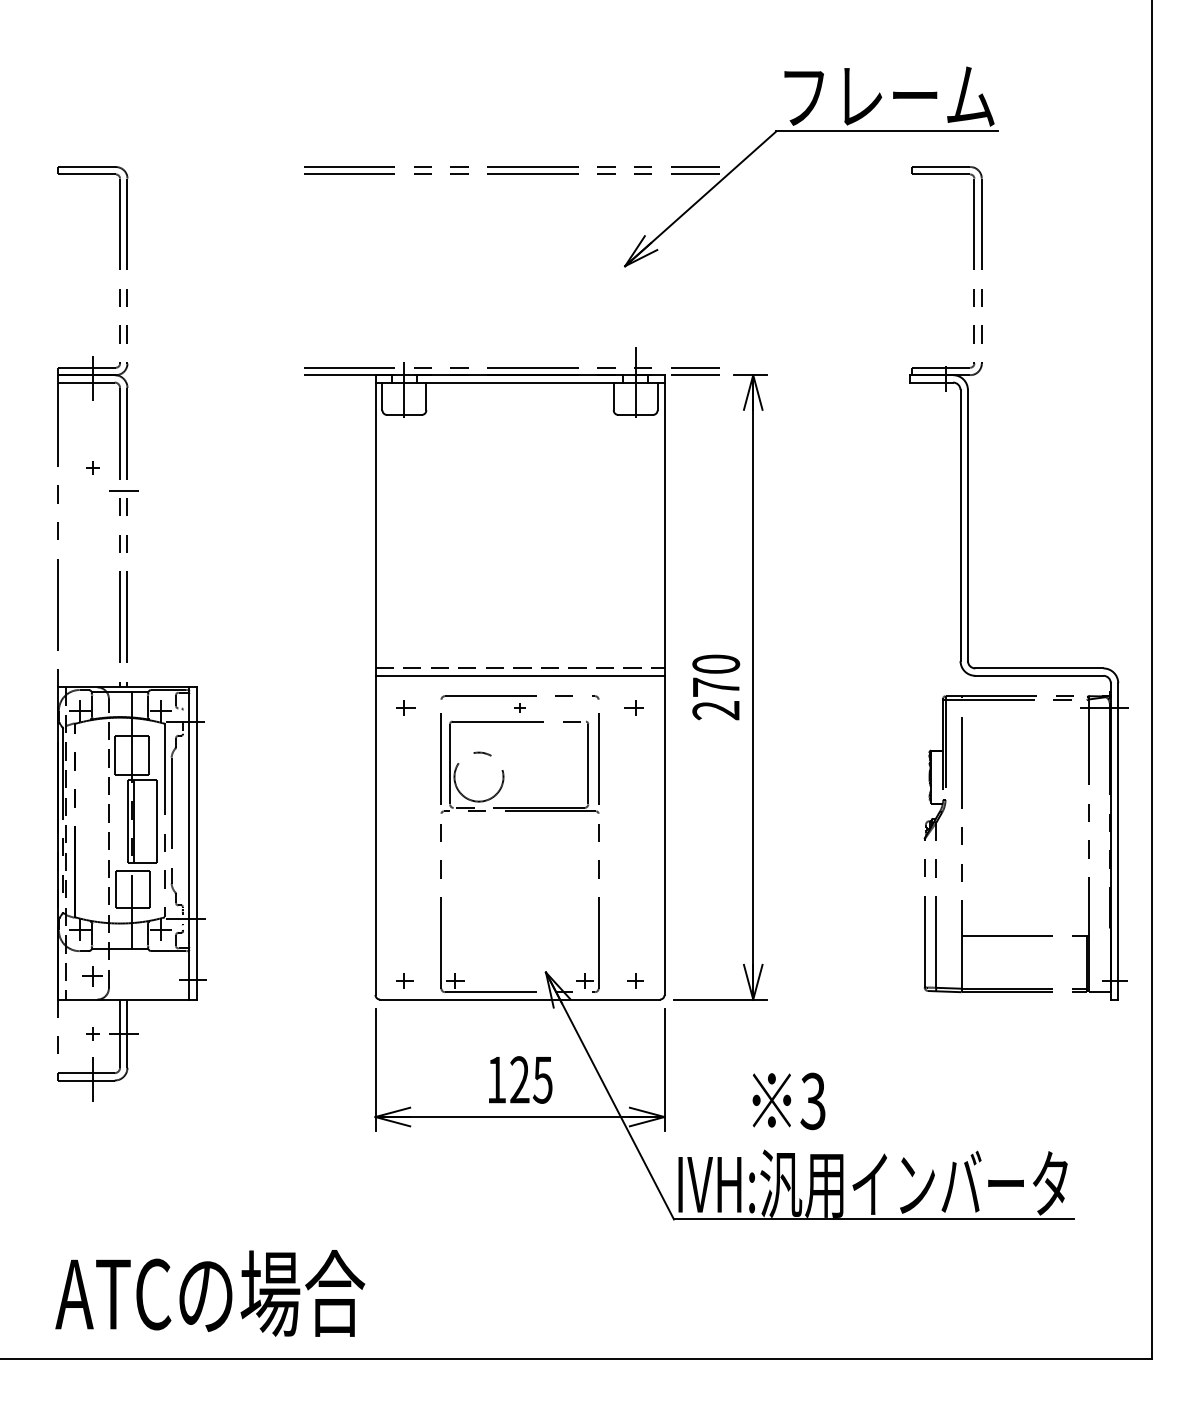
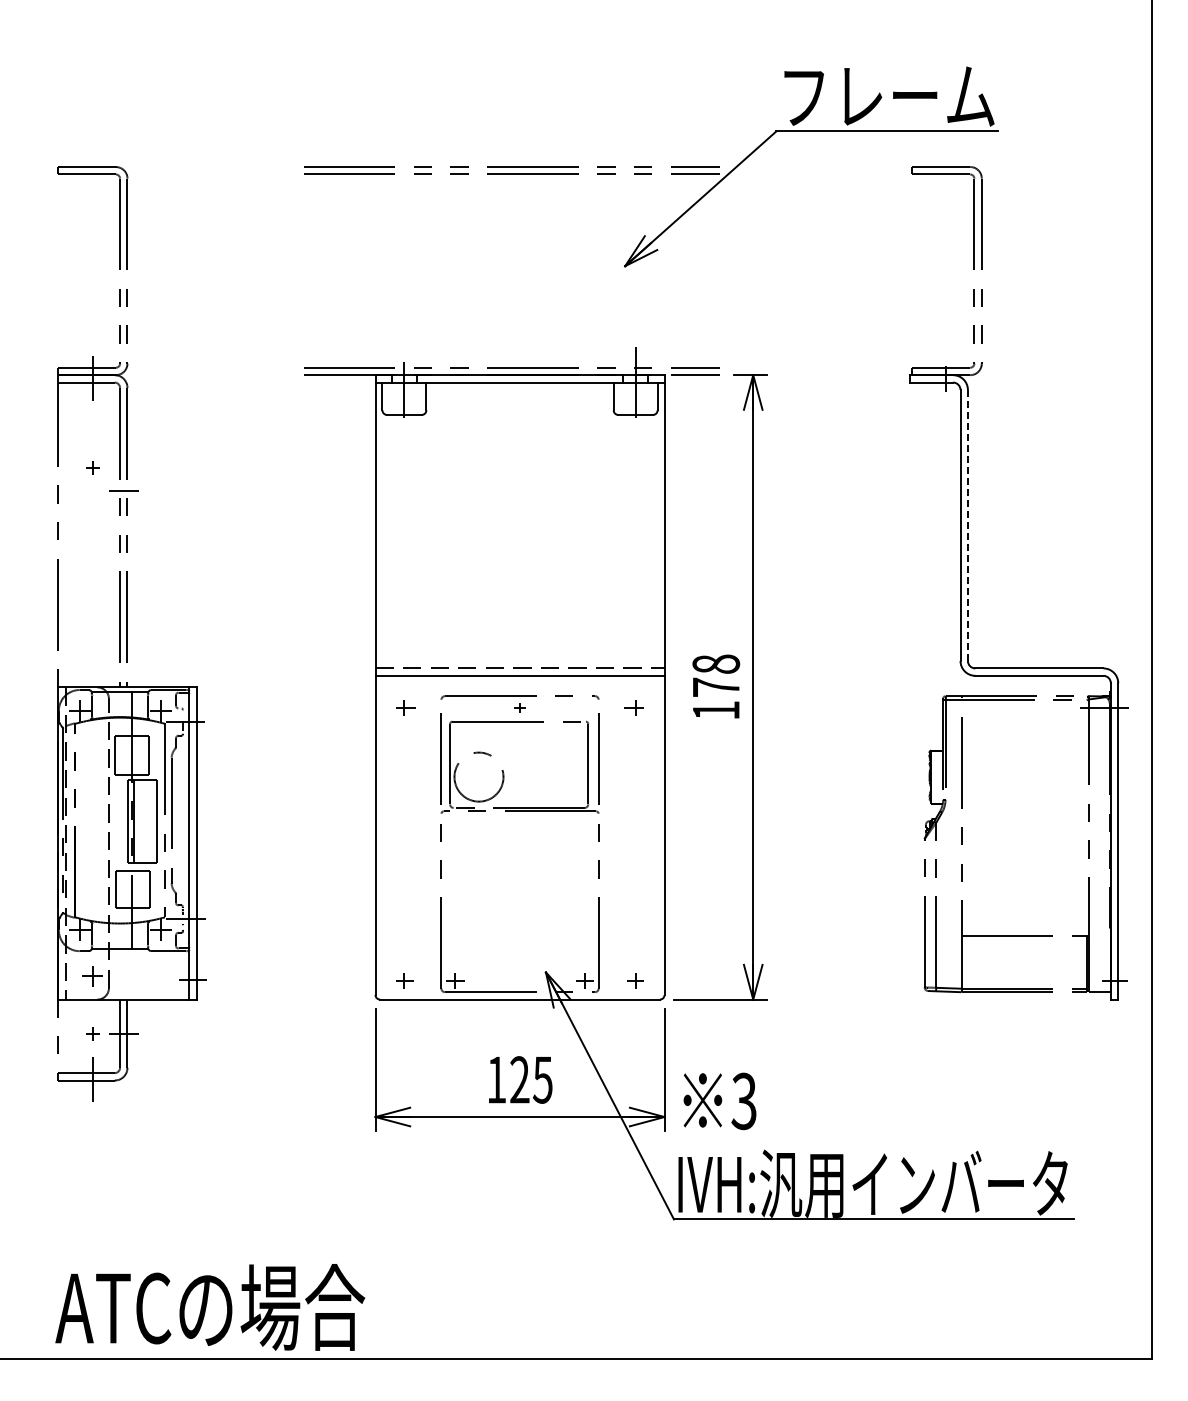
line at (967, 525): solid -> dashed
text at (715, 687): 270 -> 178
text at (788, 1101) position: (788, 1101) -> (719, 1101)
text at (210, 1293) position: (210, 1293) -> (210, 1307)
